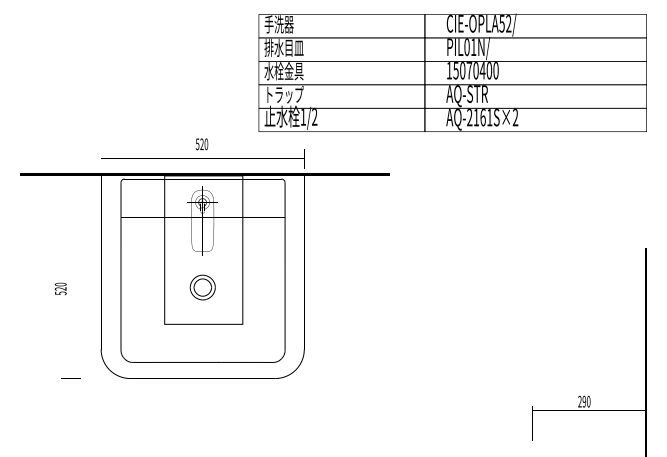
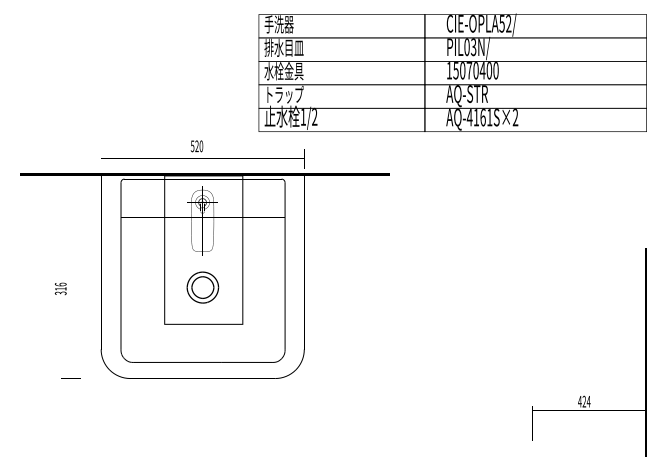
text at (473, 47): PIL01N/ -> PIL03N/
text at (469, 117): AQ-2161S×2 -> AQ-4161S×2
text at (201, 144) position: (201, 144) -> (196, 146)
part at (202, 287) size: 27x27 px -> 34x33 px
text at (60, 288): 520 -> 316
text at (584, 401): 290 -> 424
